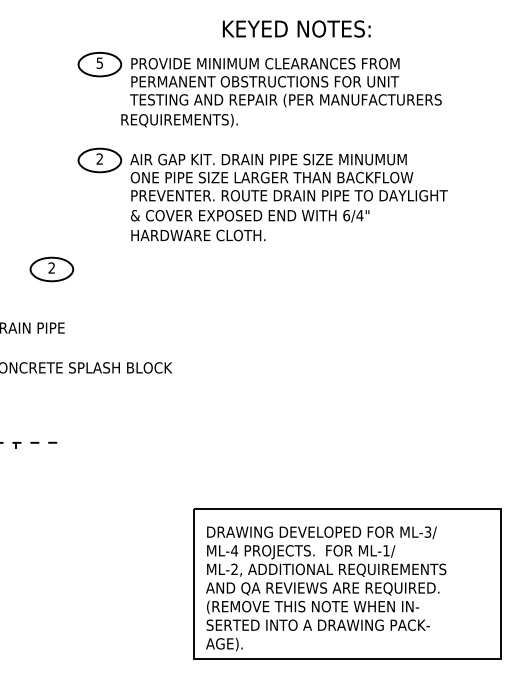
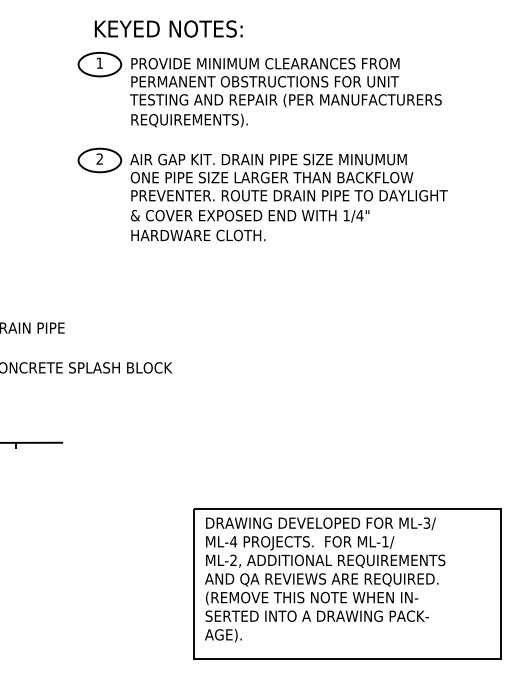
text at (296, 28) position: (296, 28) -> (168, 28)
text at (99, 62): 5 -> 1
text at (179, 120) position: (179, 120) -> (189, 120)
text at (346, 215): 6/4" -> 1/4"
part at (51, 269): present -> none
line at (31, 442): dashed -> solid
text at (326, 588) position: (326, 588) -> (325, 579)
